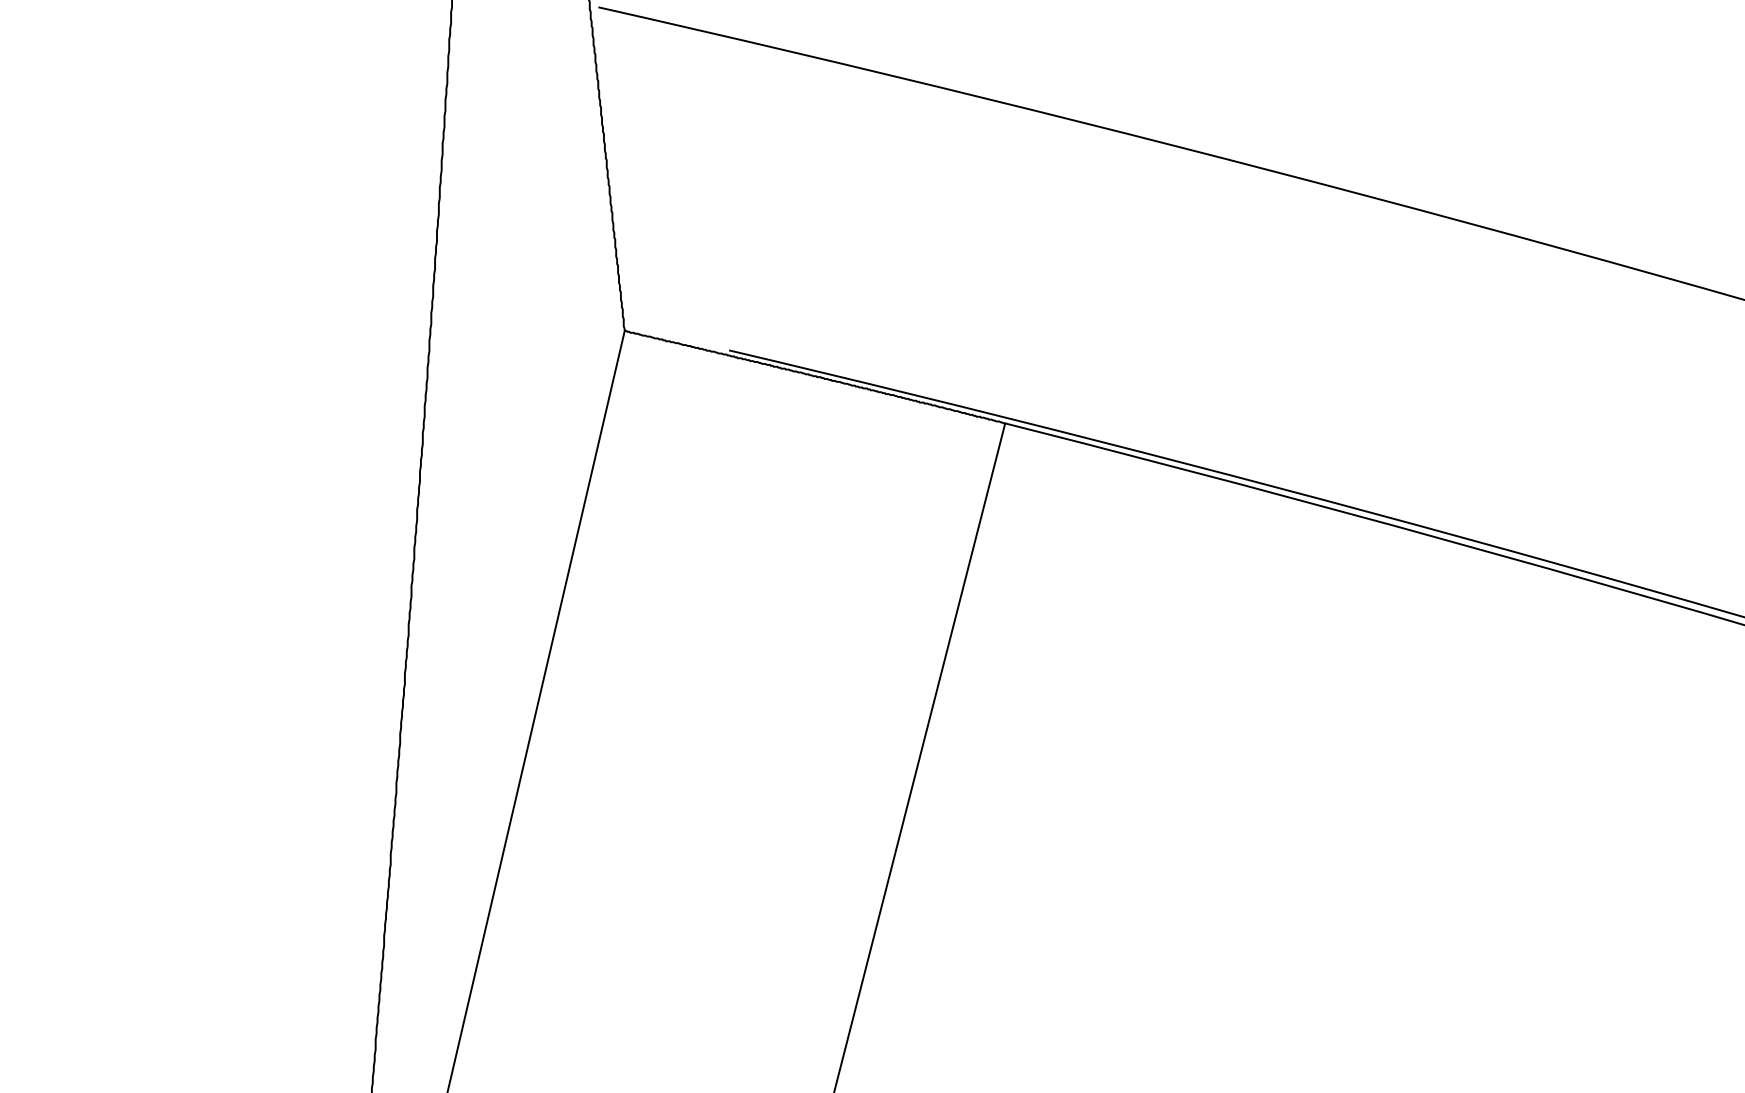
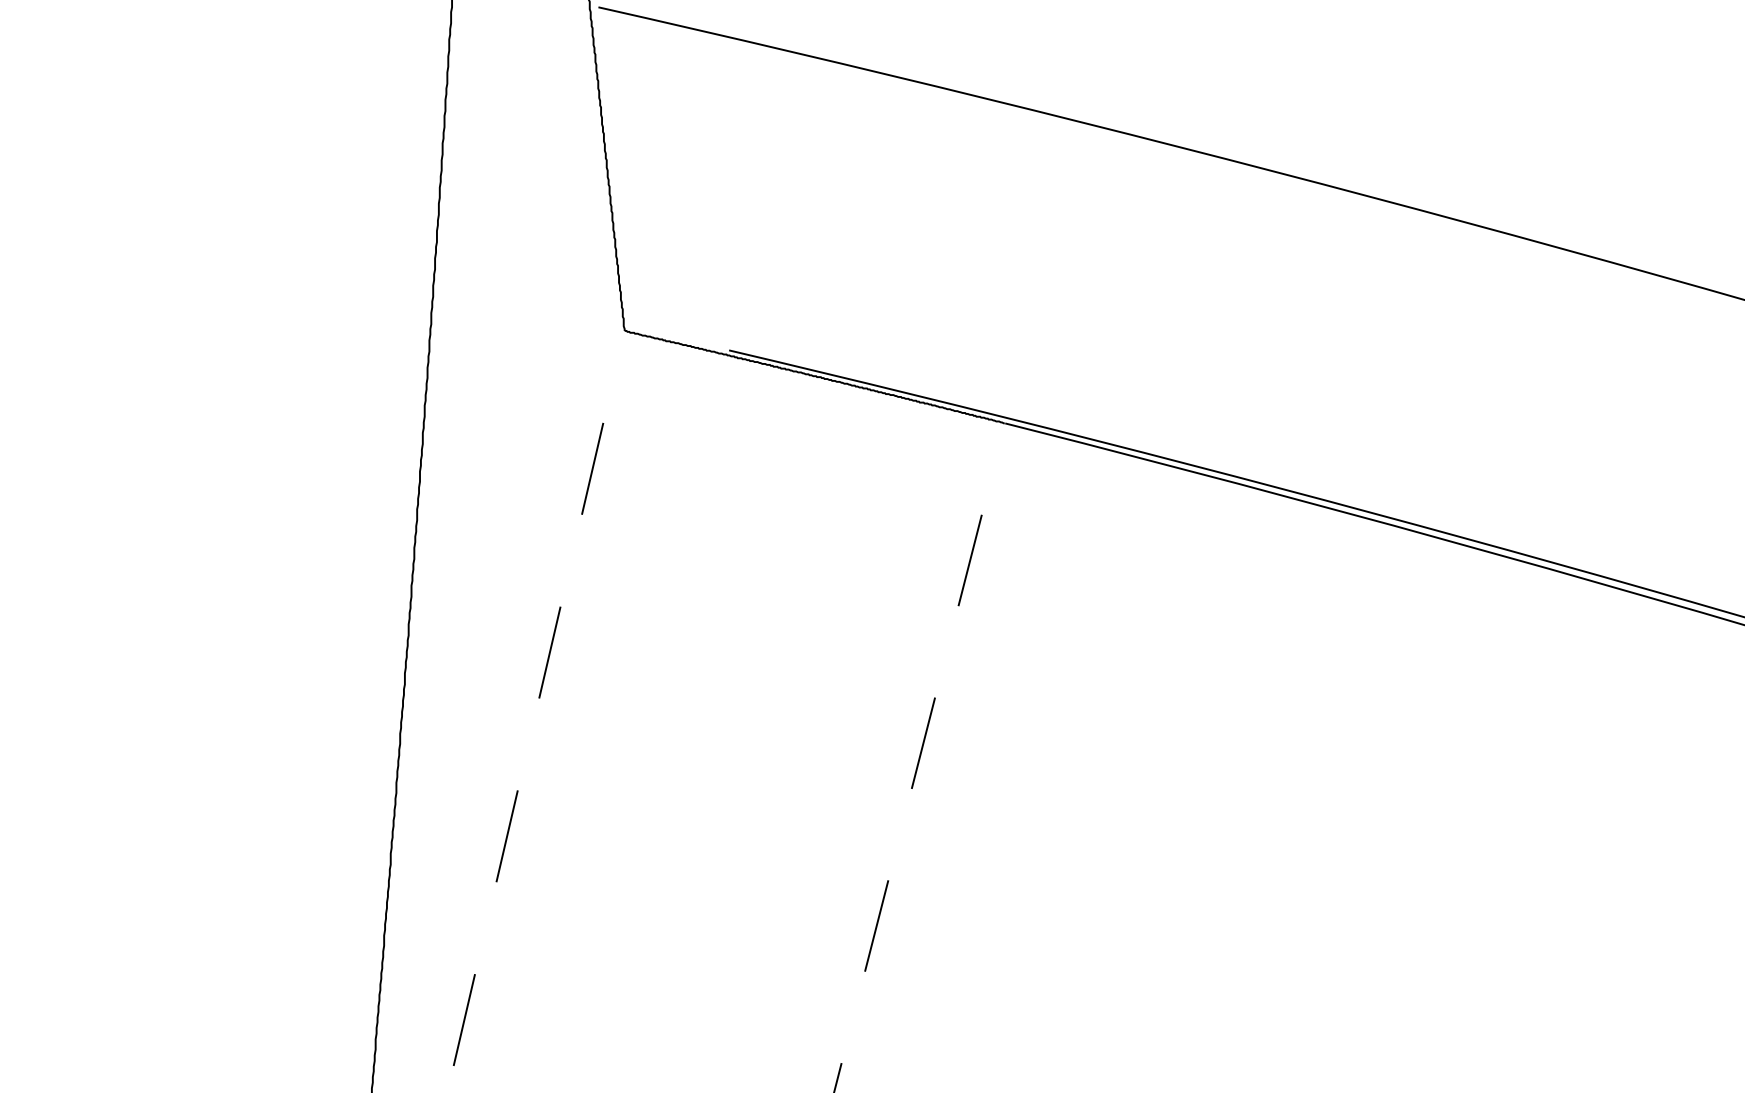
line at (536, 711): solid -> dashed
line at (919, 757): solid -> dashed
